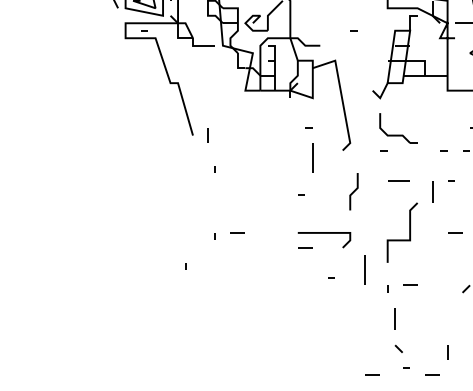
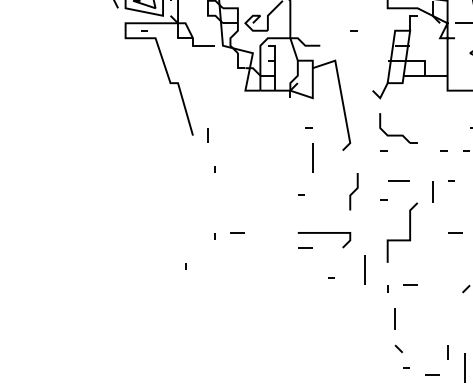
line at (383, 199): none -> present
line at (464, 367): none -> present
line at (372, 374): present -> none
